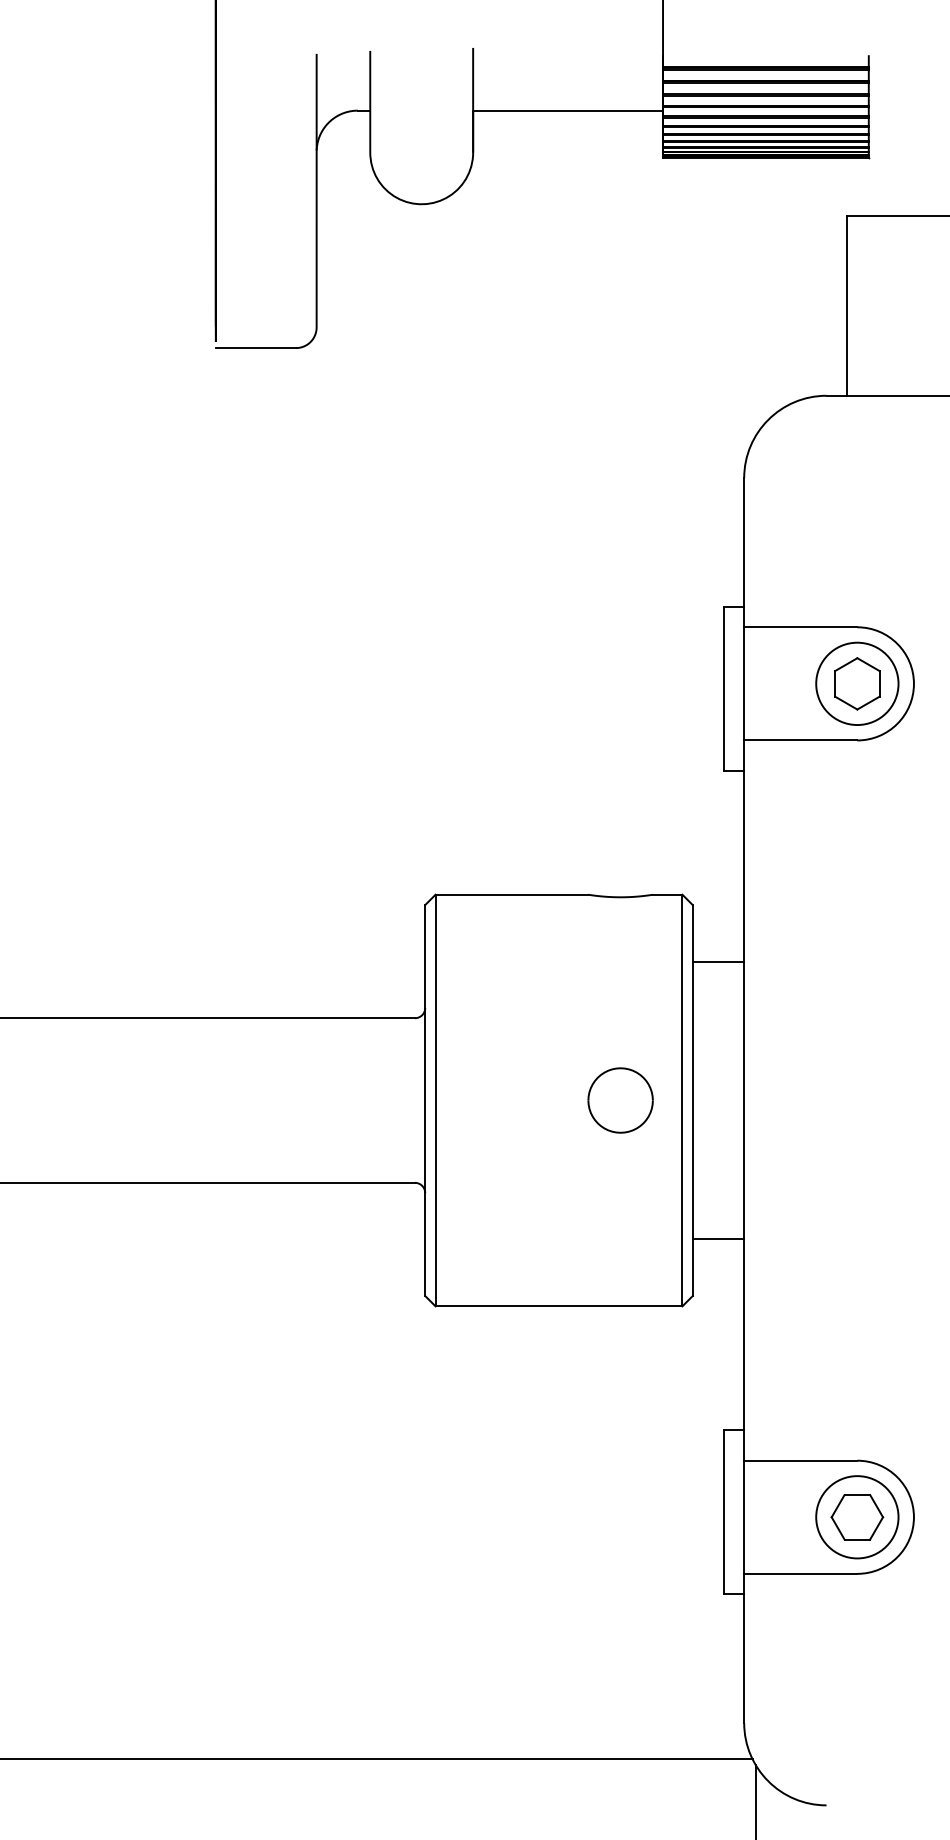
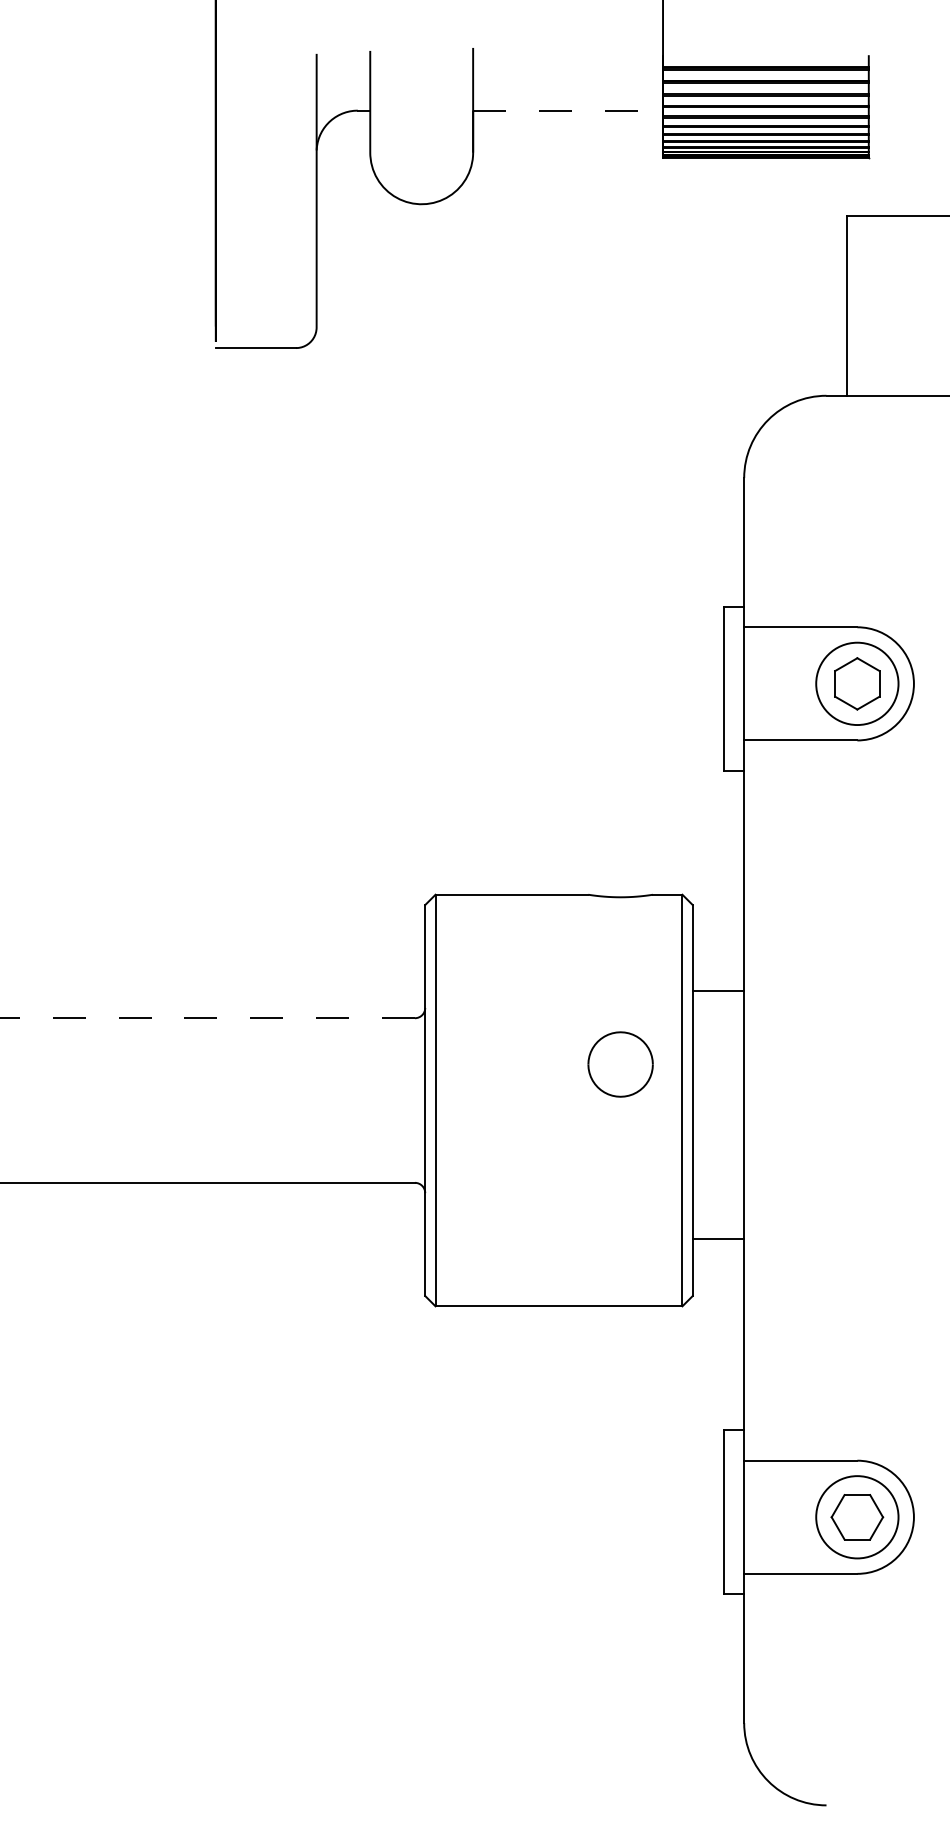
line at (568, 110): solid -> dashed
line at (718, 962) position: (718, 962) -> (718, 991)
line at (207, 1018): solid -> dashed
part at (620, 1100) position: (620, 1100) -> (620, 1064)
line at (377, 1759): present -> none
line at (755, 1800): present -> none
